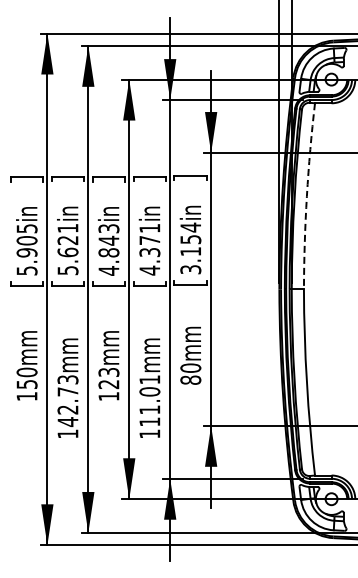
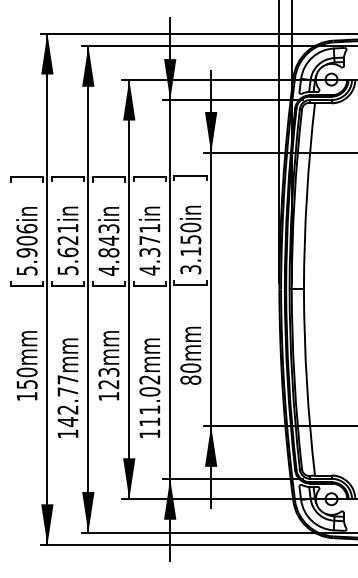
arc at (306, 196): dashed -> solid
text at (190, 227): 3.154in -> 3.150in
text at (26, 228): 5.905in -> 5.906in
text at (67, 379): 142.73mm -> 142.77mm
text at (149, 379): 111.01mm -> 111.02mm
